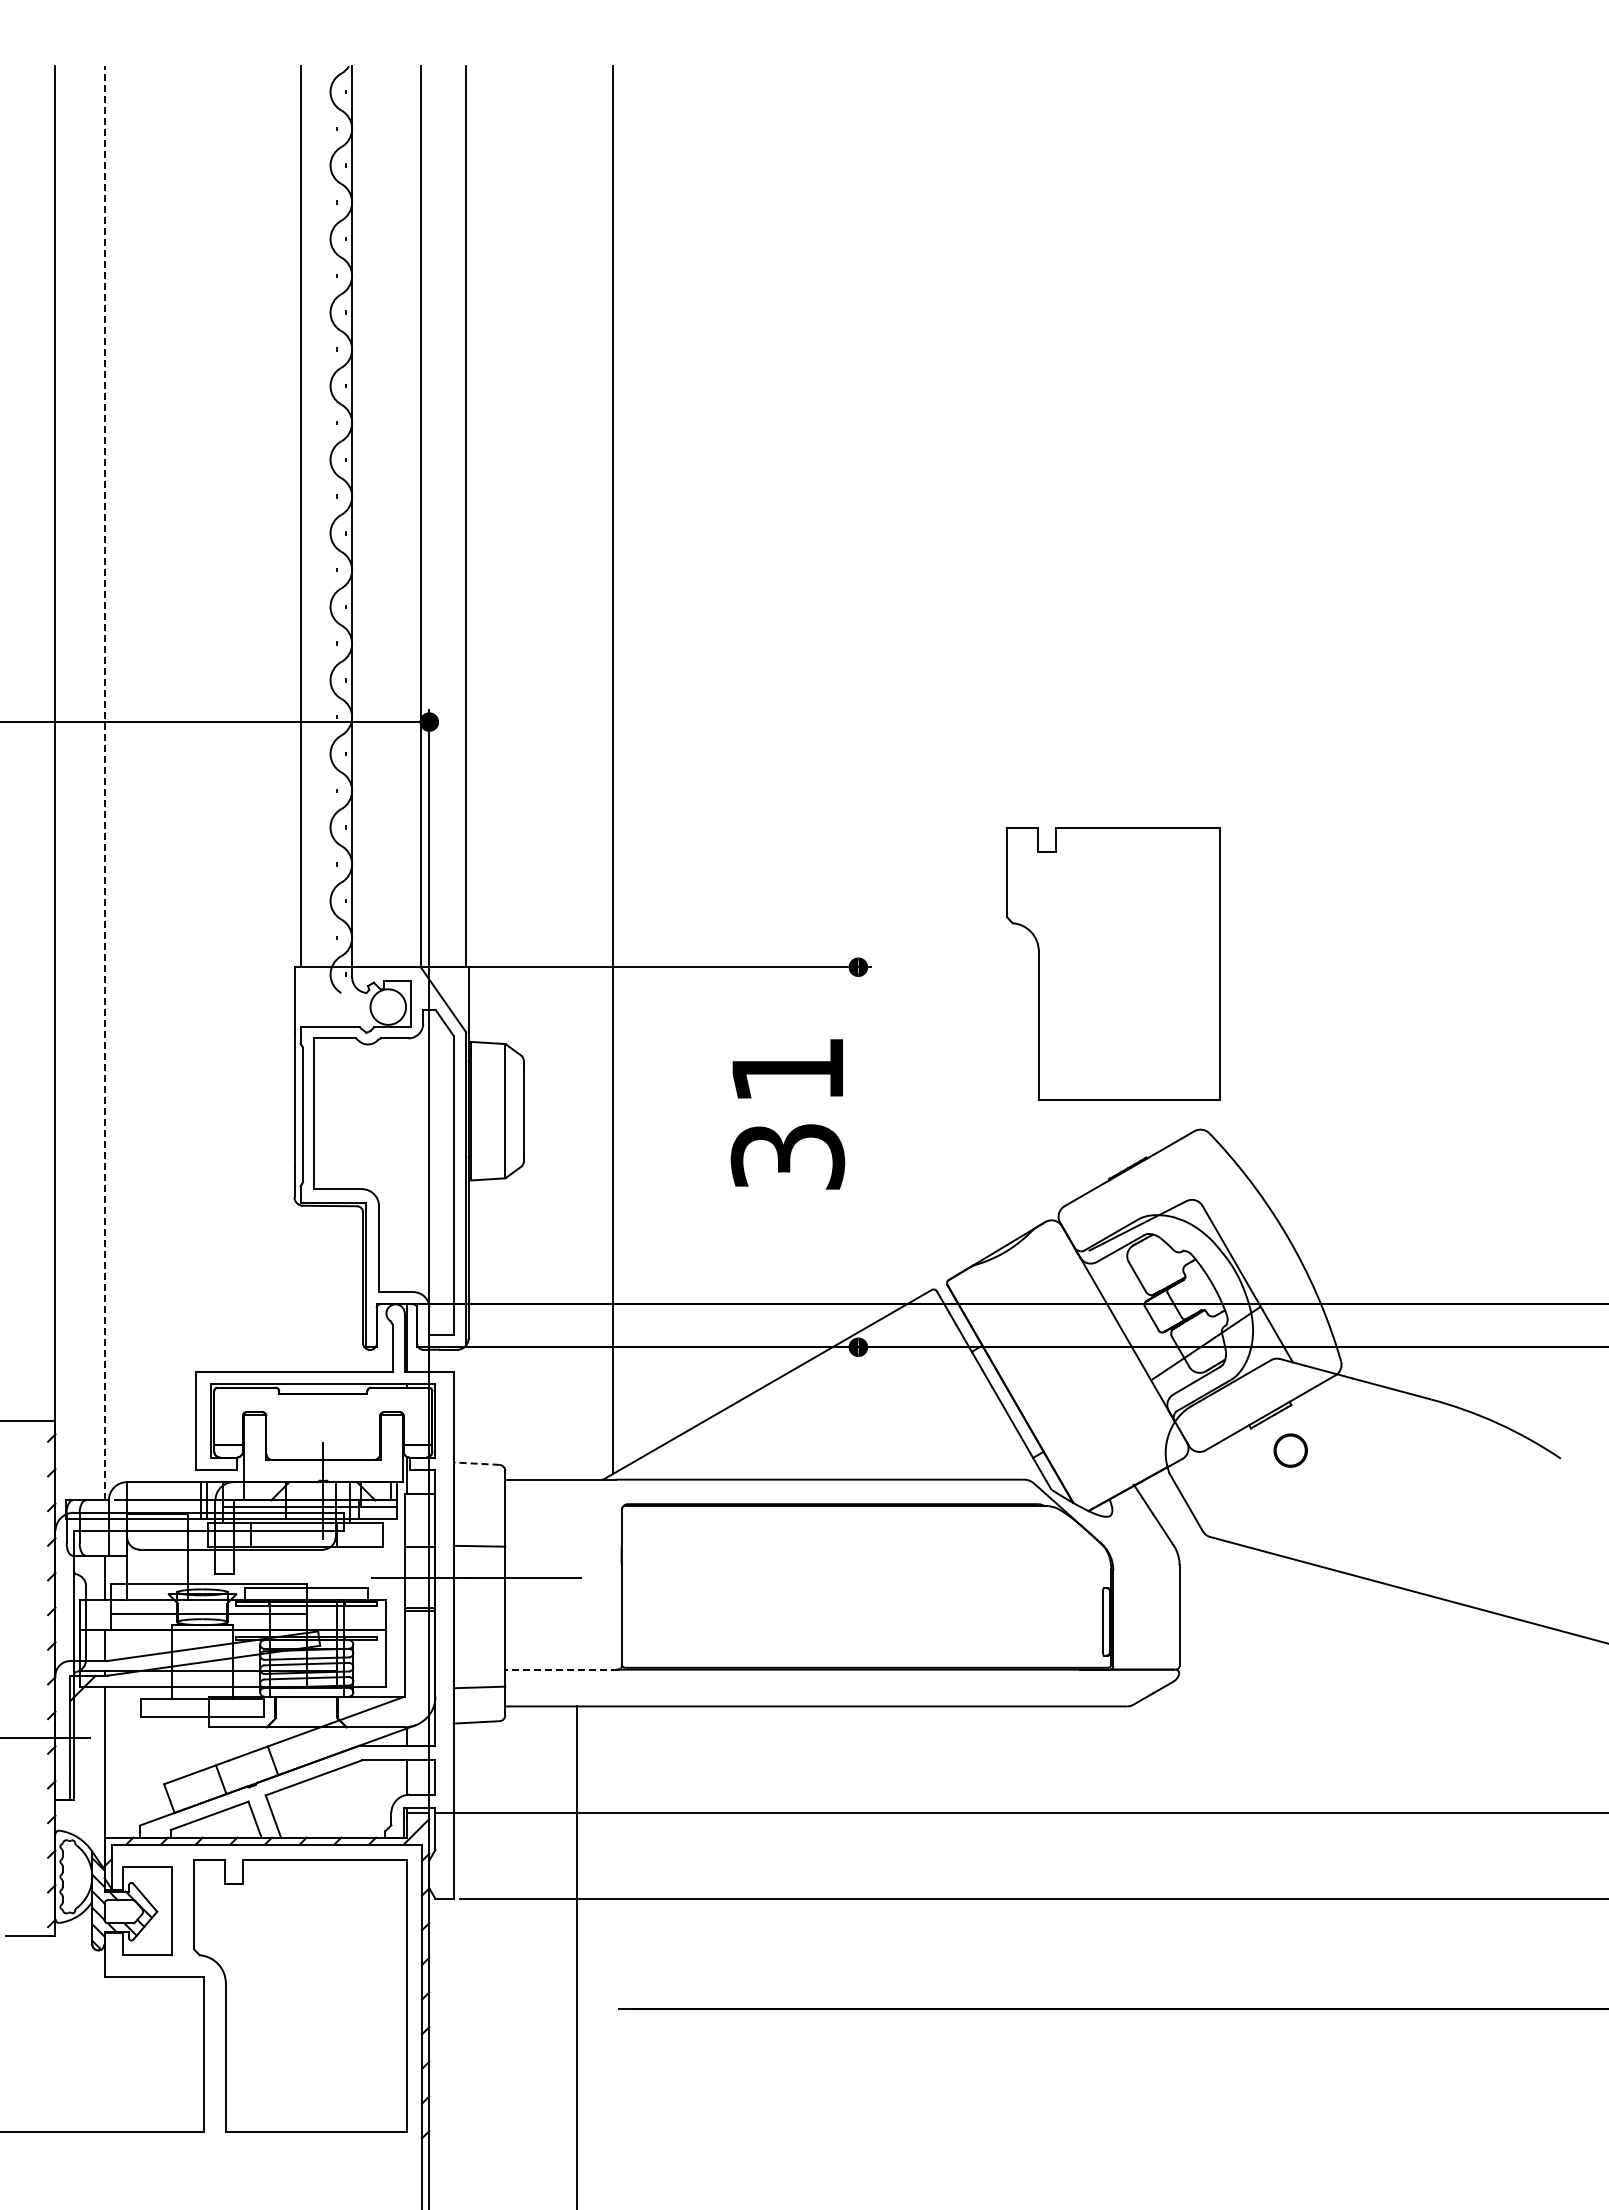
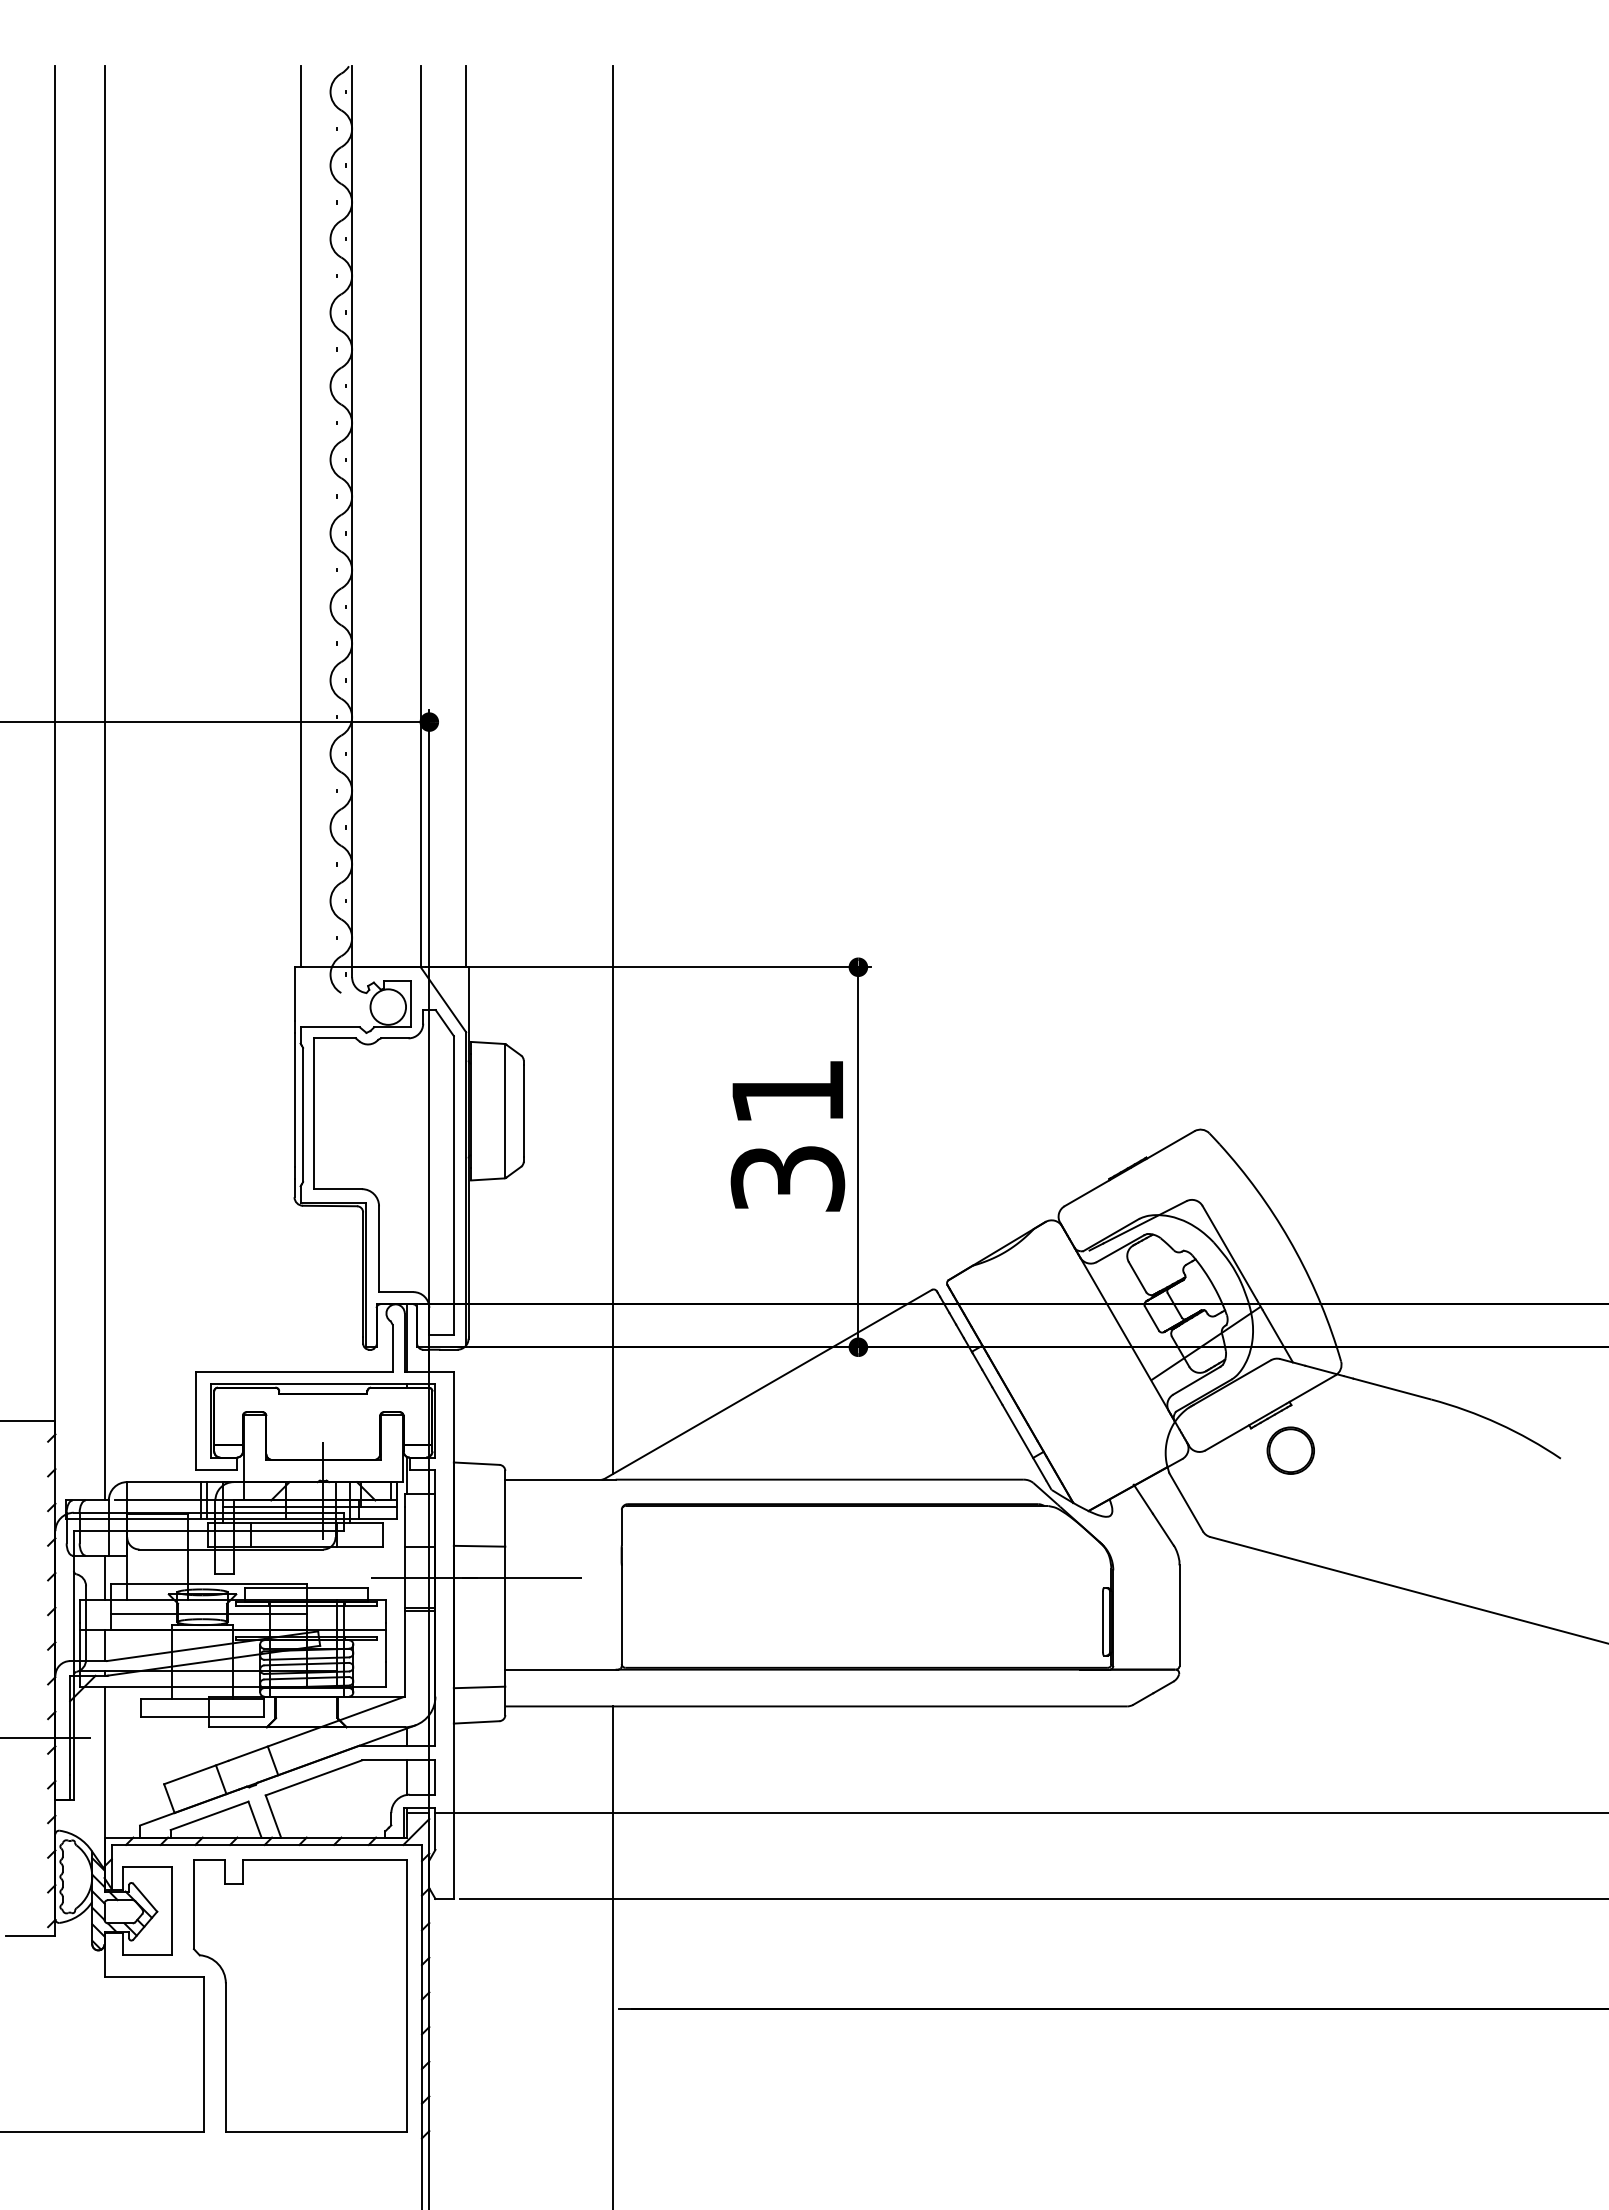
line at (104, 782): dashed -> solid
part at (1113, 963): present -> none
text at (787, 1114) position: (787, 1114) -> (787, 1136)
line at (858, 1157): none -> present
part at (1290, 1450) size: 35x35 px -> 49x49 px
line at (476, 1463): dashed -> solid
line at (561, 1669): dashed -> solid
line at (577, 1956) position: (577, 1956) -> (613, 1956)
